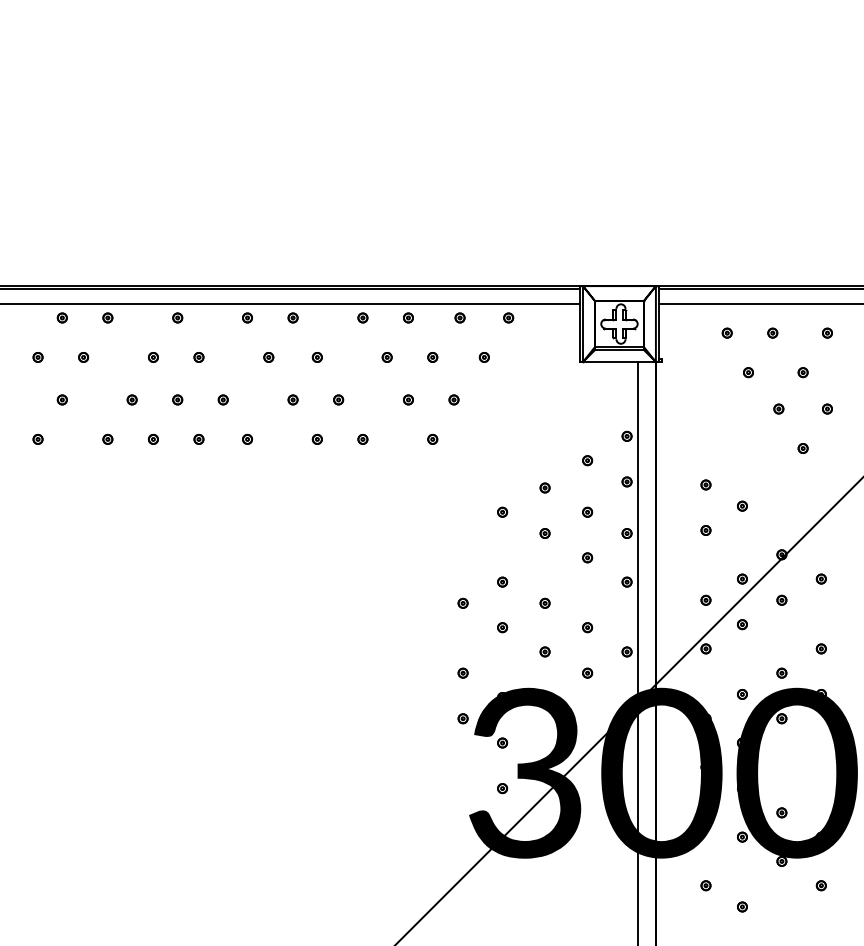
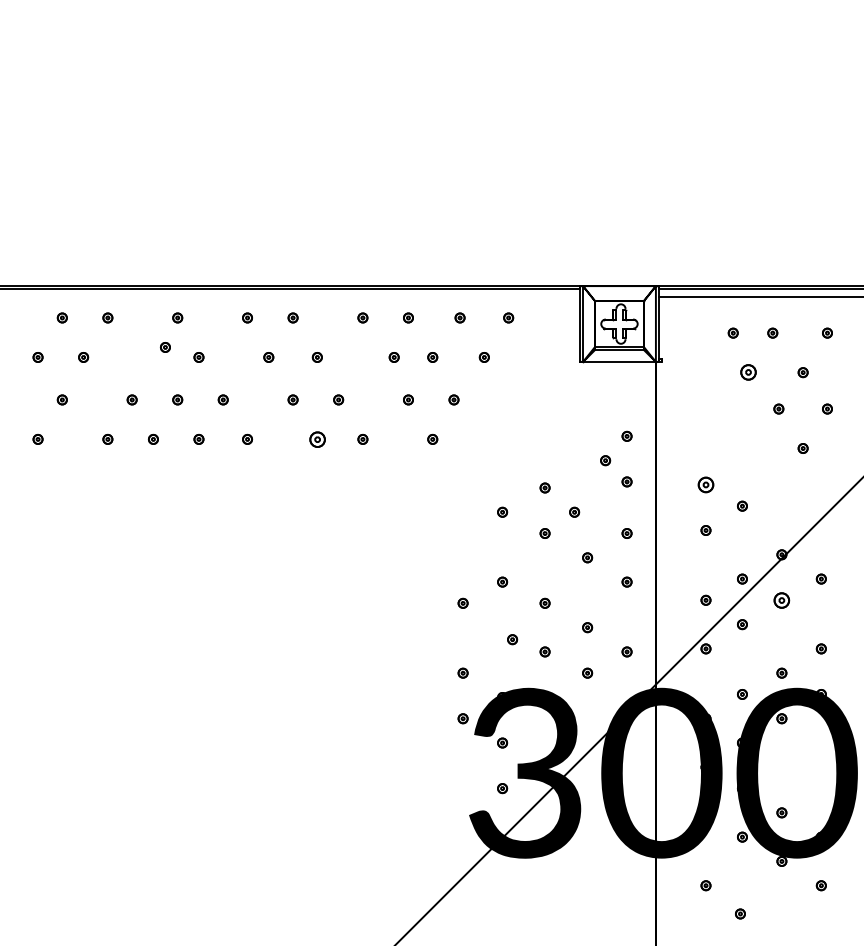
line at (291, 304): present -> none
line at (759, 304) position: (759, 304) -> (759, 297)
part at (726, 332) position: (726, 332) -> (732, 332)
part at (153, 357) position: (153, 357) -> (165, 347)
part at (386, 357) position: (386, 357) -> (393, 357)
part at (748, 372) size: 11x12 px -> 17x17 px
part at (316, 438) size: 12x12 px -> 17x17 px
part at (587, 460) position: (587, 460) -> (605, 460)
part at (705, 484) size: 12x12 px -> 18x18 px
part at (587, 511) position: (587, 511) -> (574, 511)
part at (781, 599) size: 12x12 px -> 18x17 px
part at (502, 627) position: (502, 627) -> (512, 639)
line at (637, 652): present -> none
part at (742, 906) position: (742, 906) -> (740, 913)
